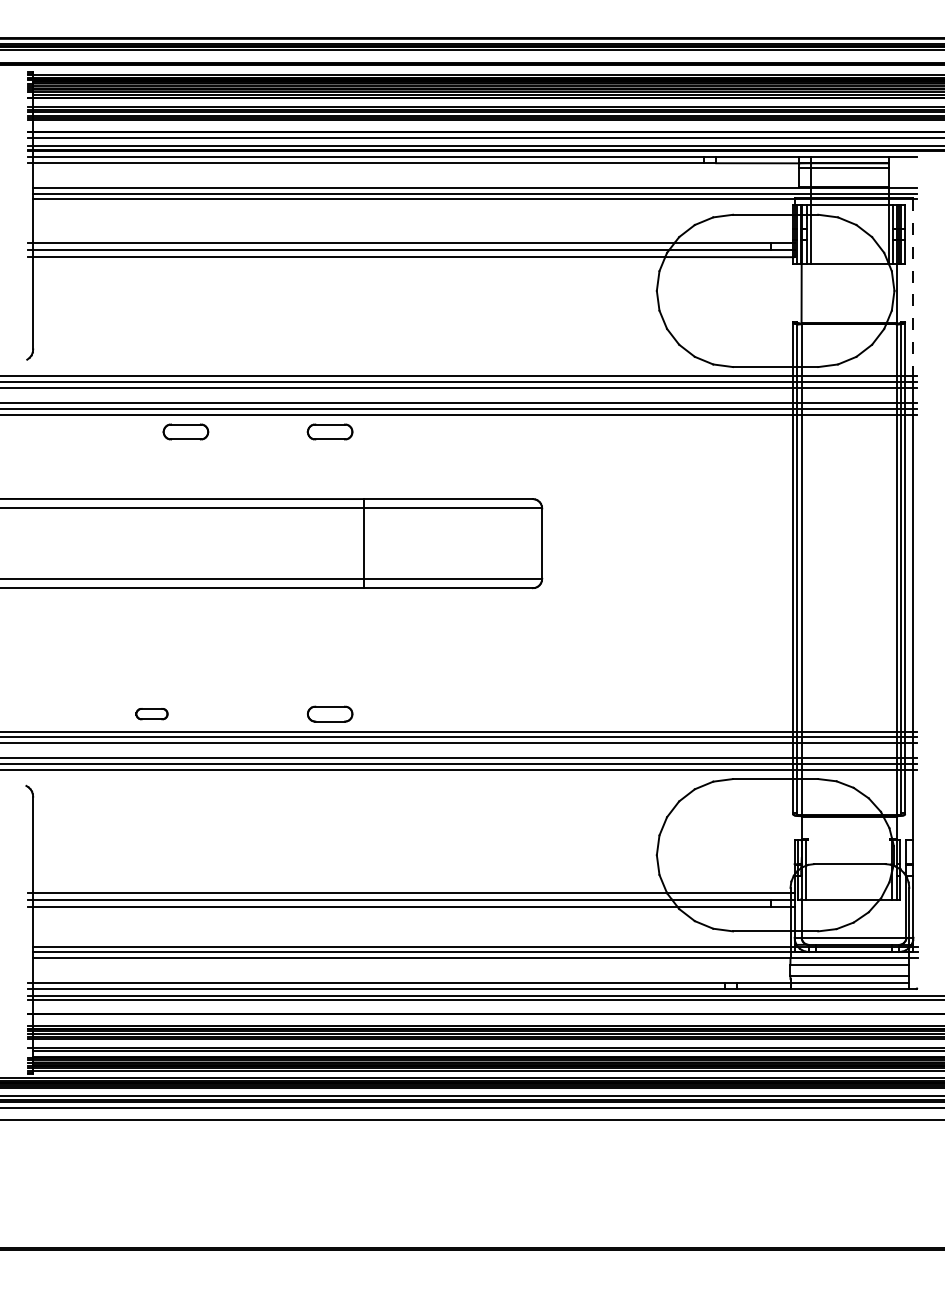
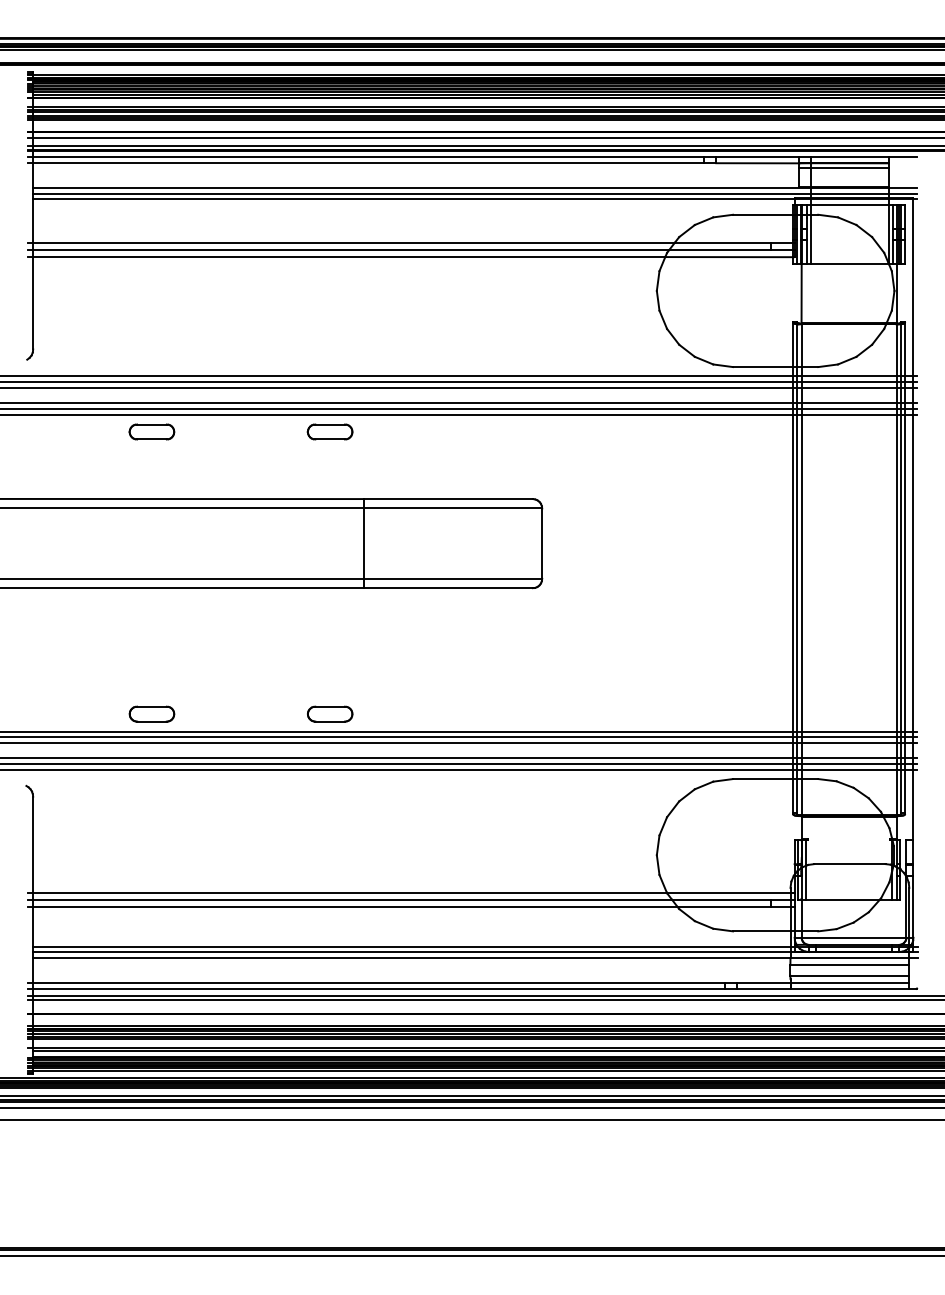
line at (913, 288): dashed -> solid
part at (185, 431) position: (185, 431) -> (151, 431)
part at (151, 714) size: 34x13 px -> 48x18 px
line at (471, 1256): none -> present
